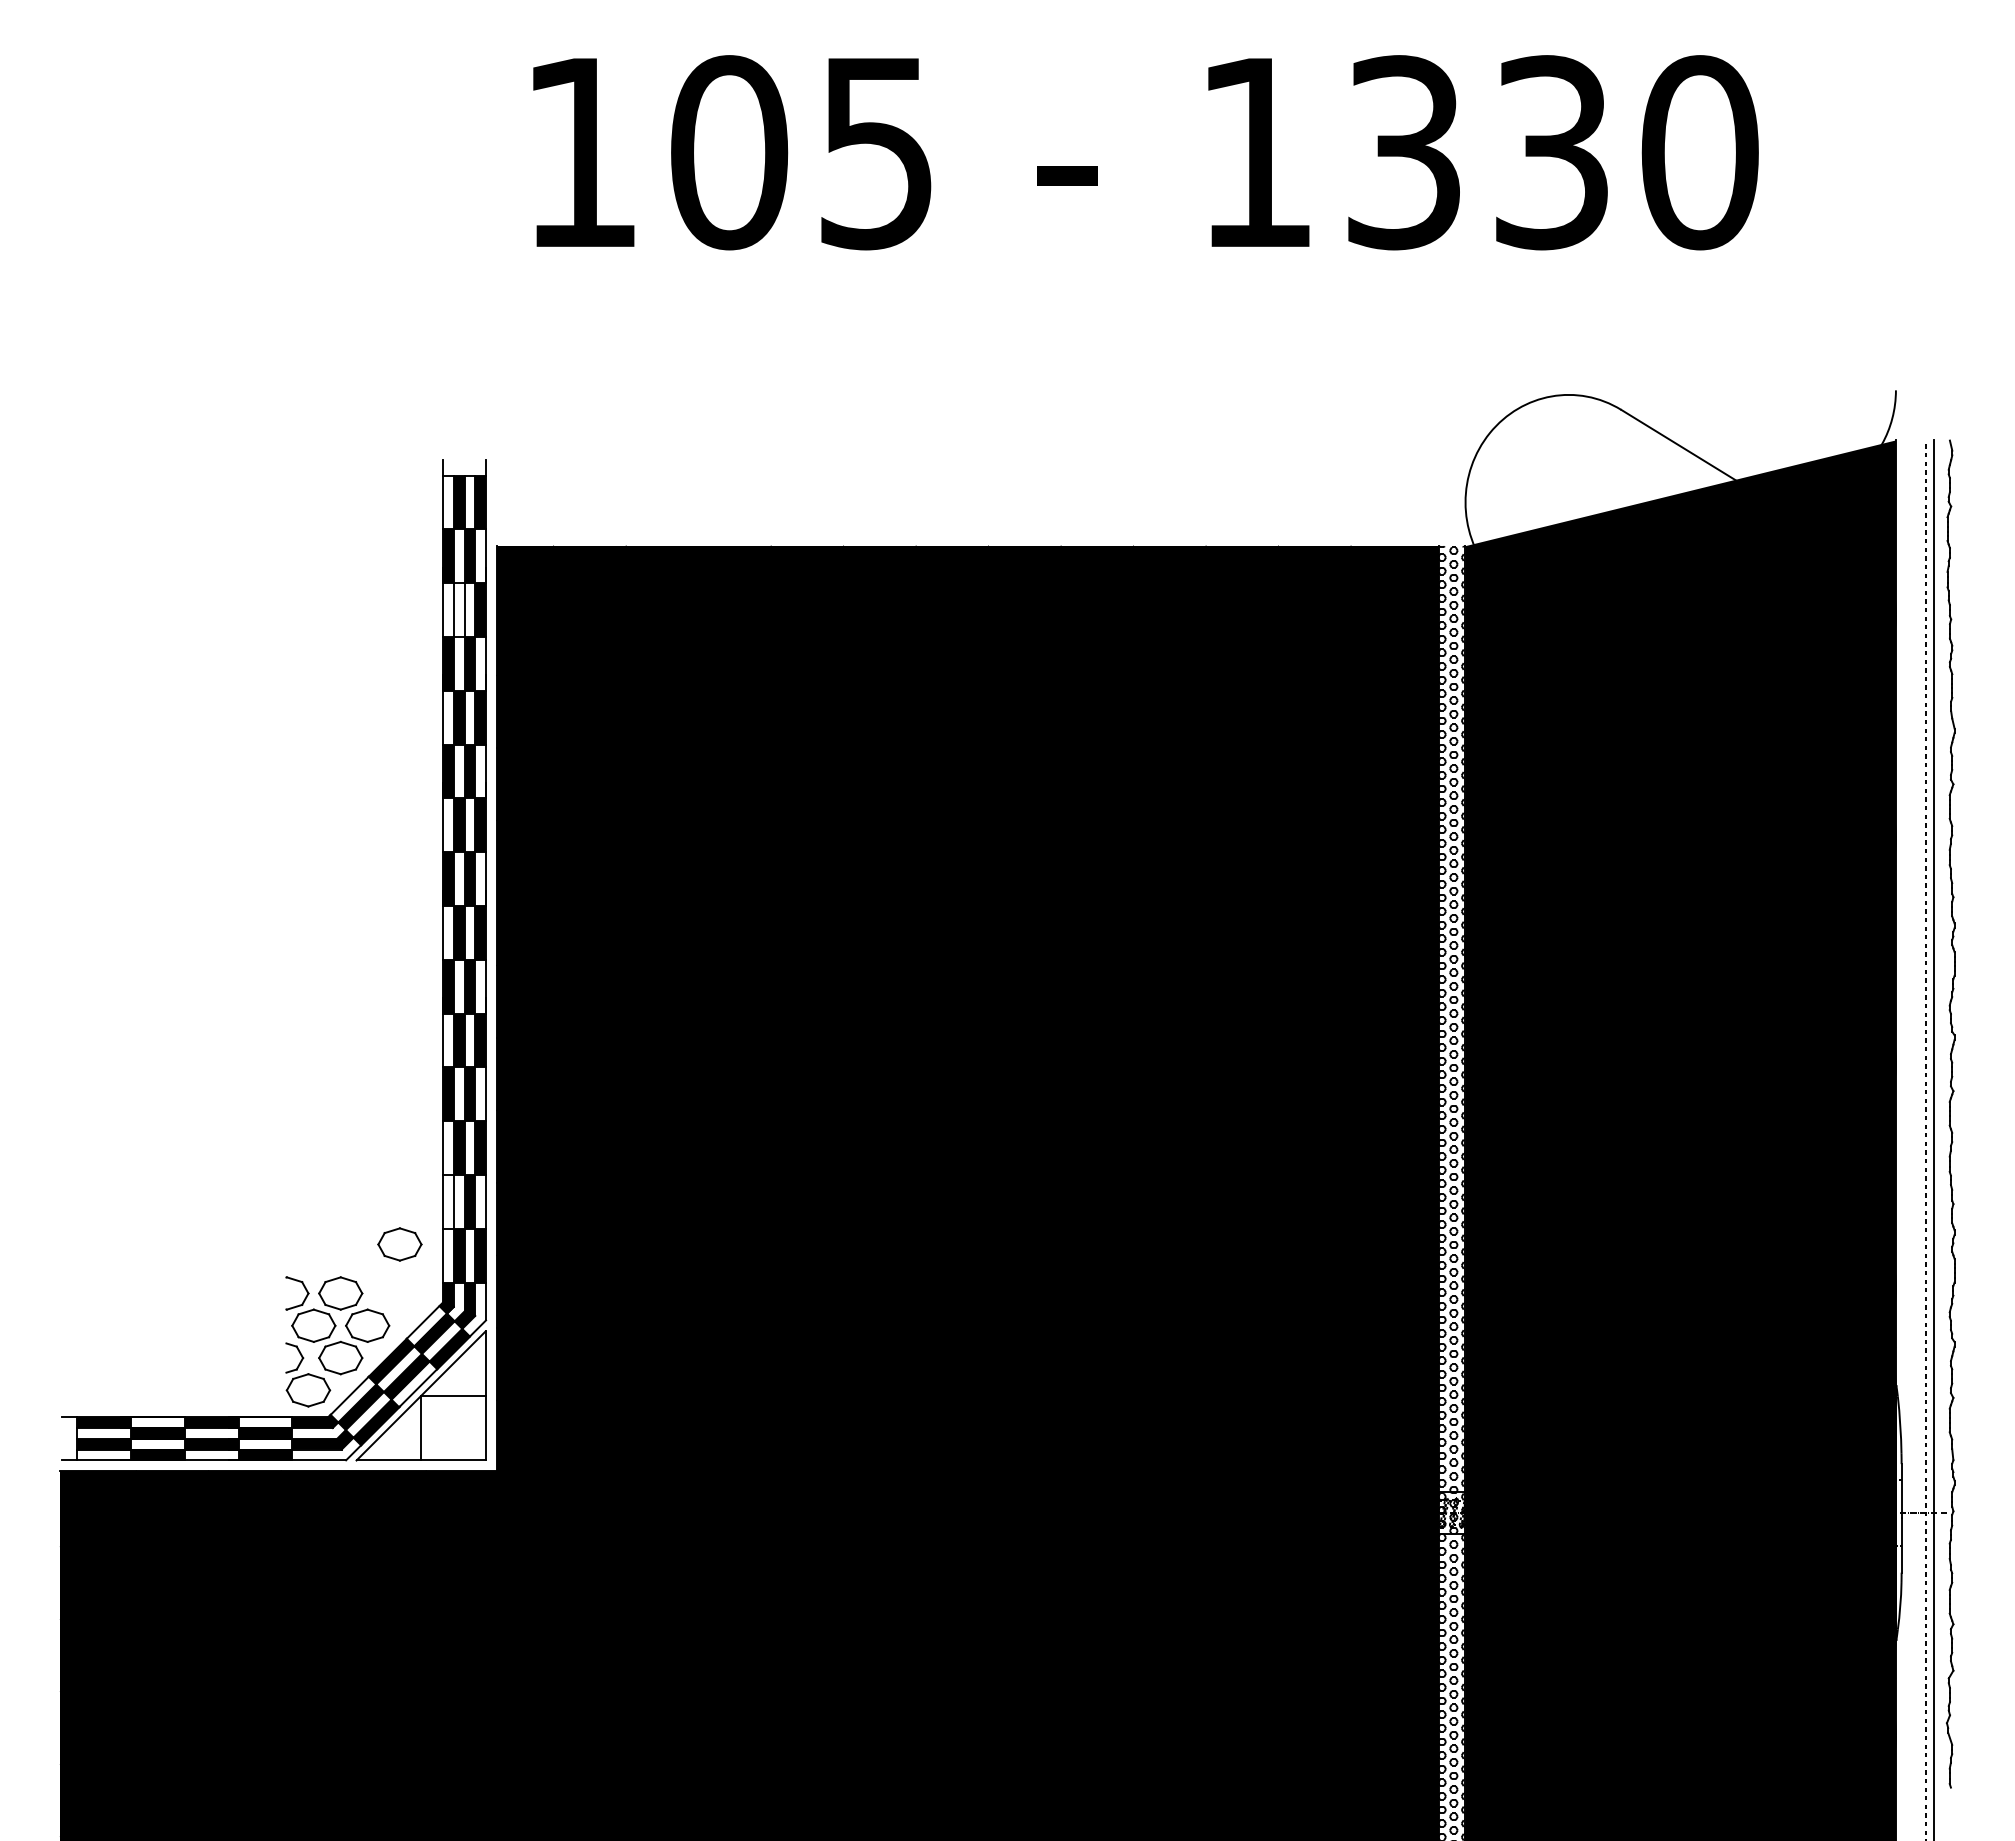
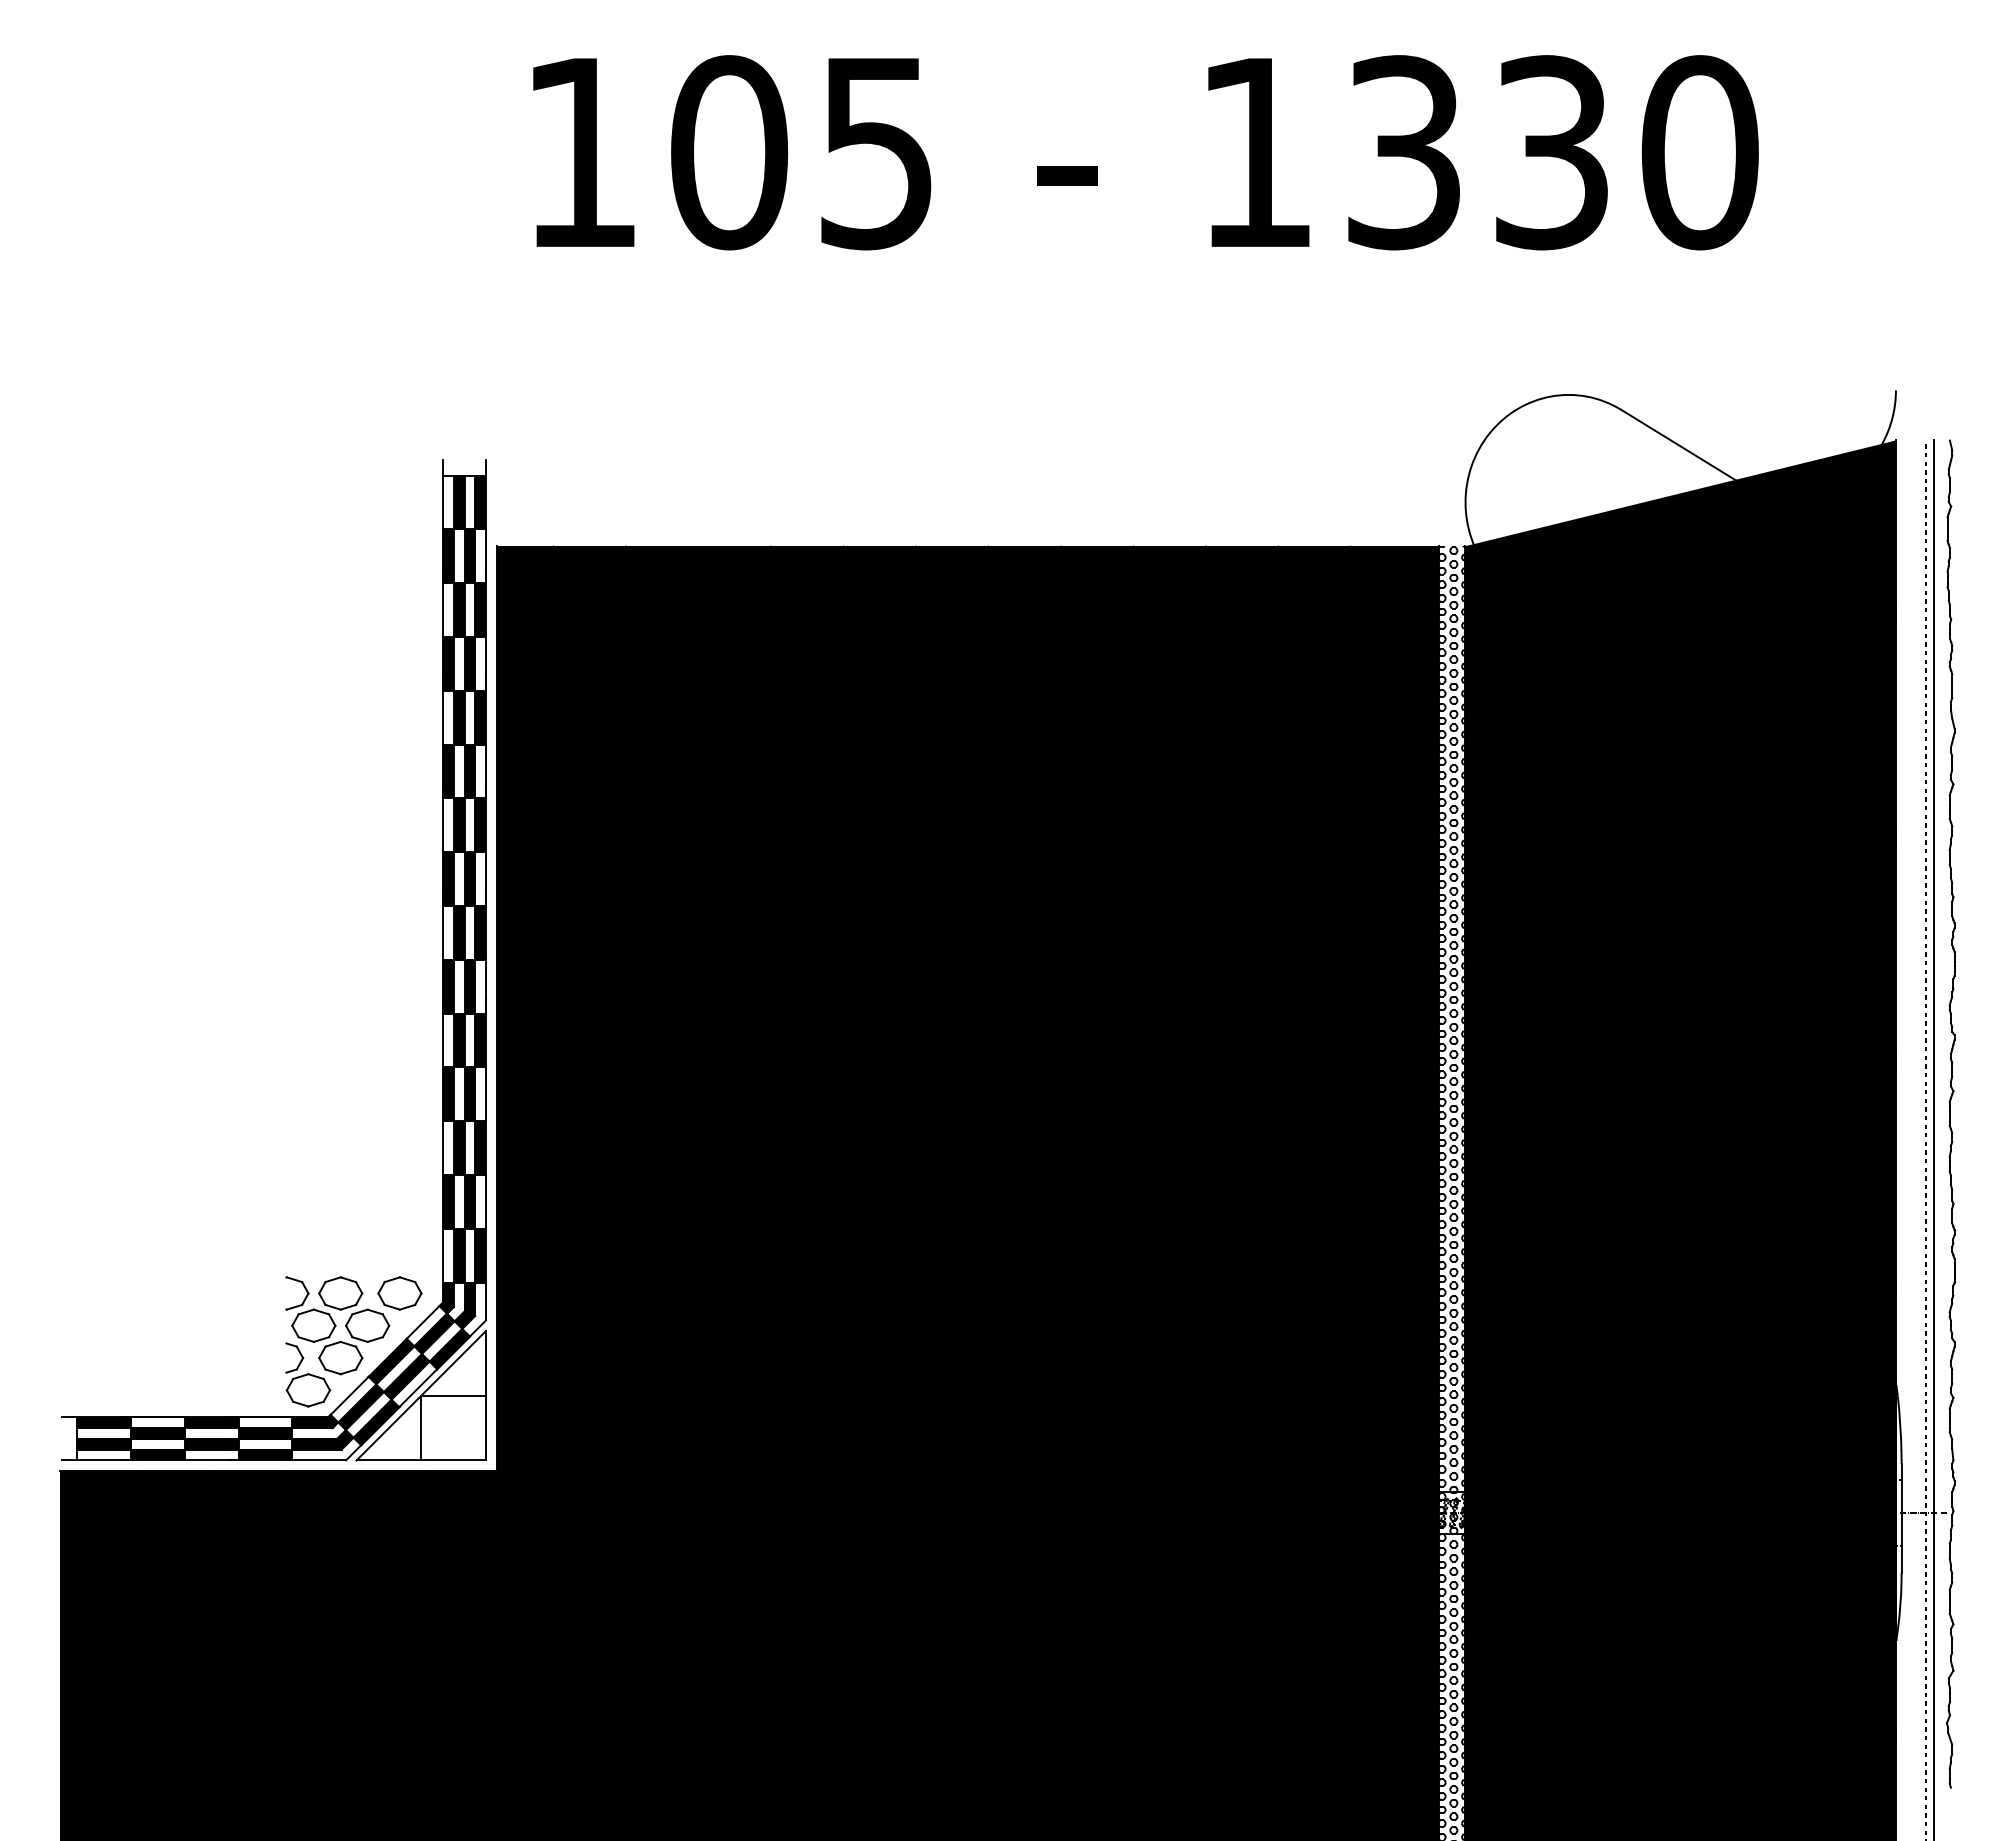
fill at (458, 609): none -> present
fill at (447, 1201): none -> present
part at (399, 1244) position: (399, 1244) -> (399, 1293)
